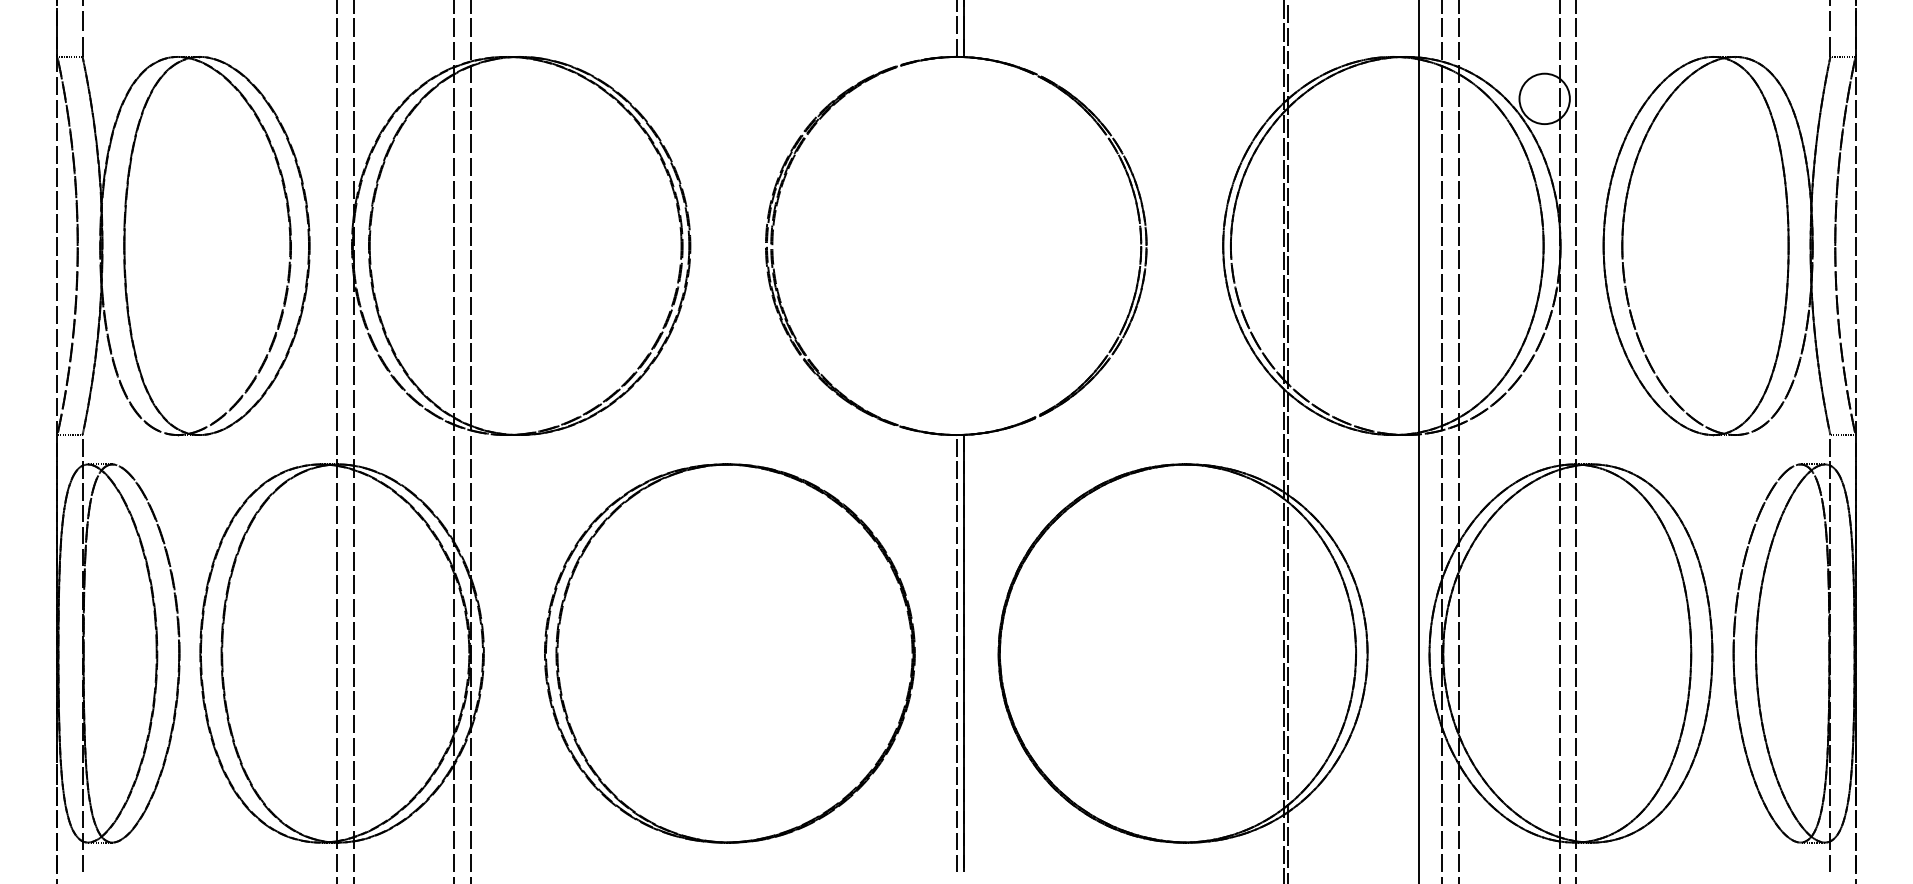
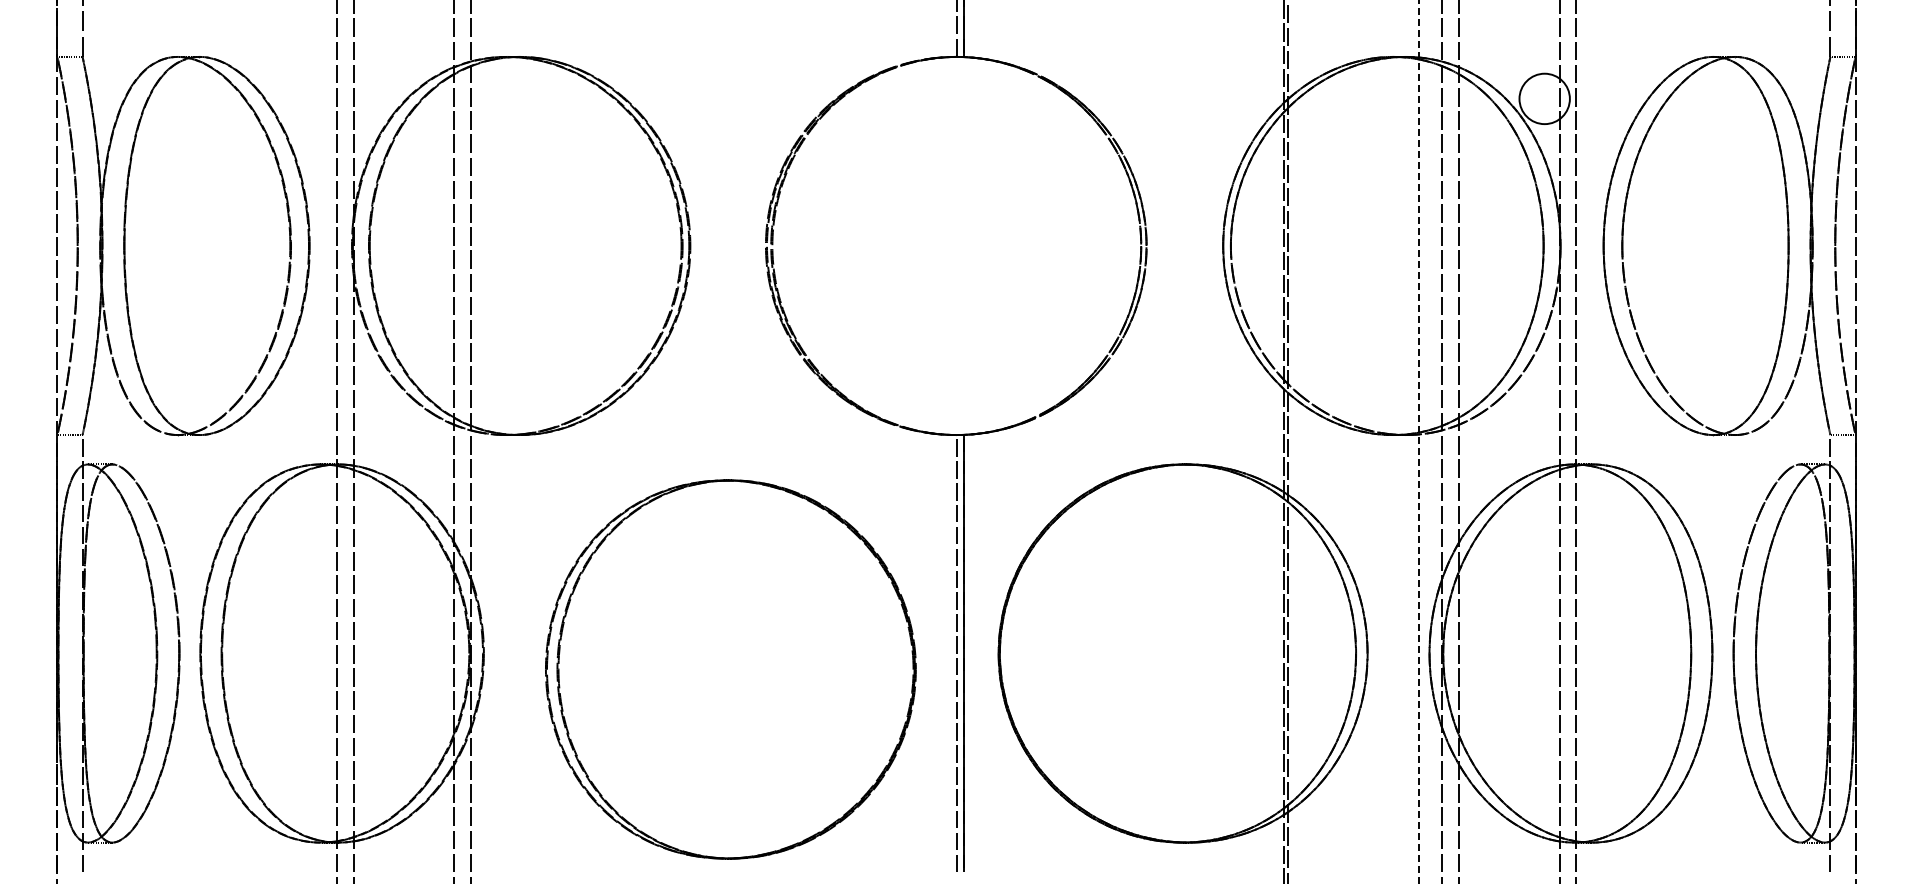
line at (1418, 441): solid -> dashed
part at (729, 653) position: (729, 653) -> (730, 669)
